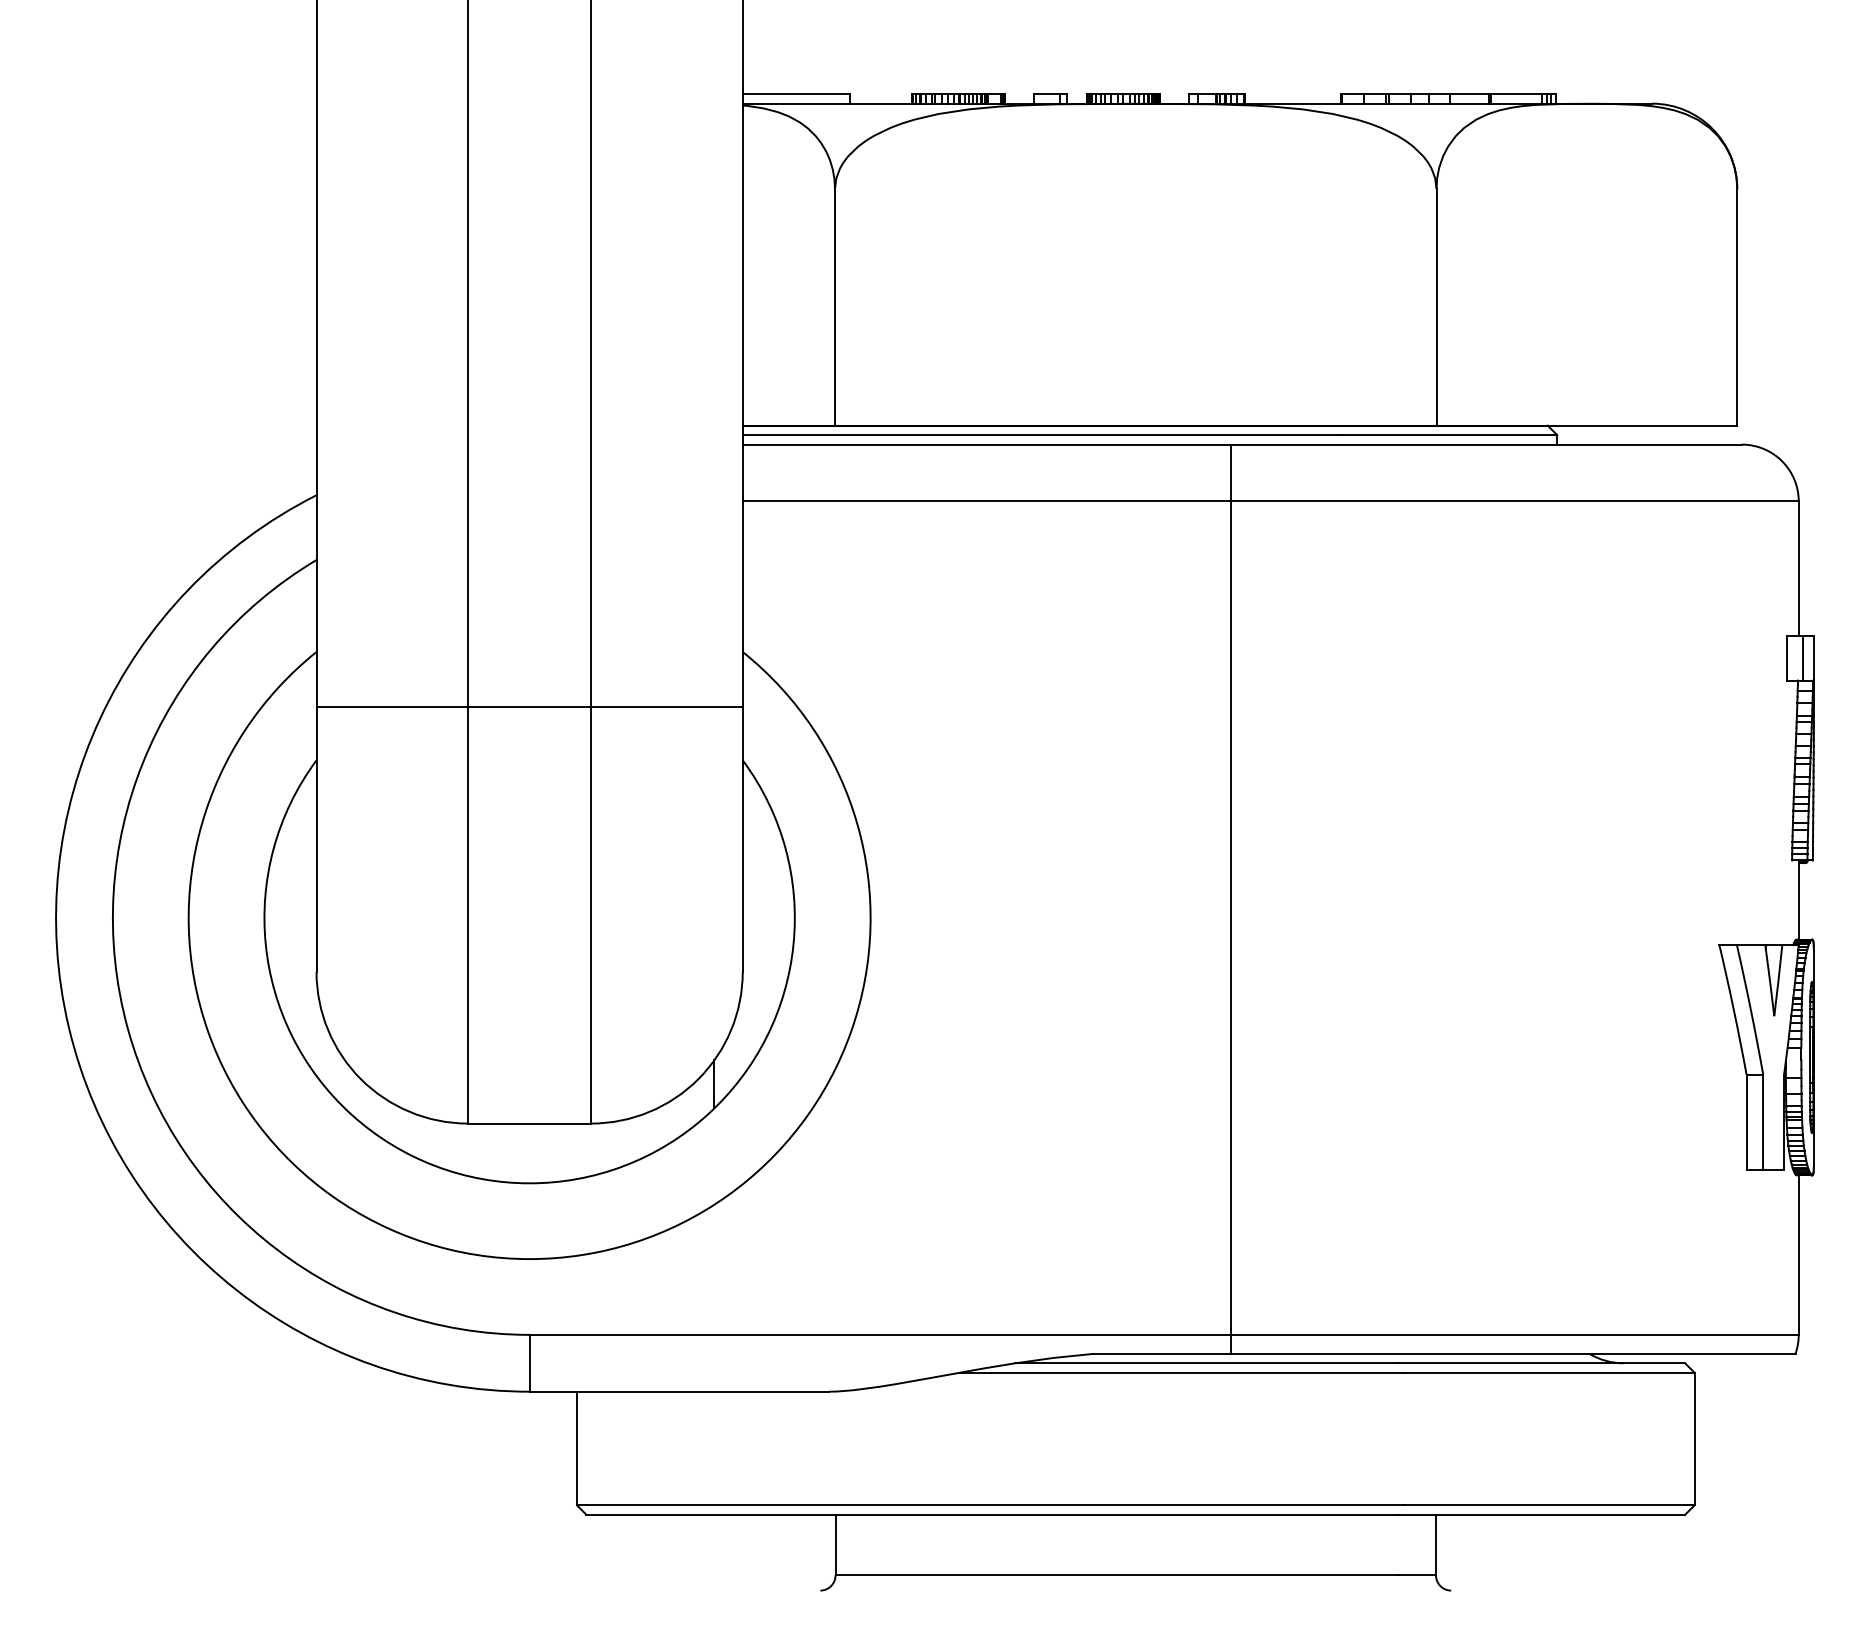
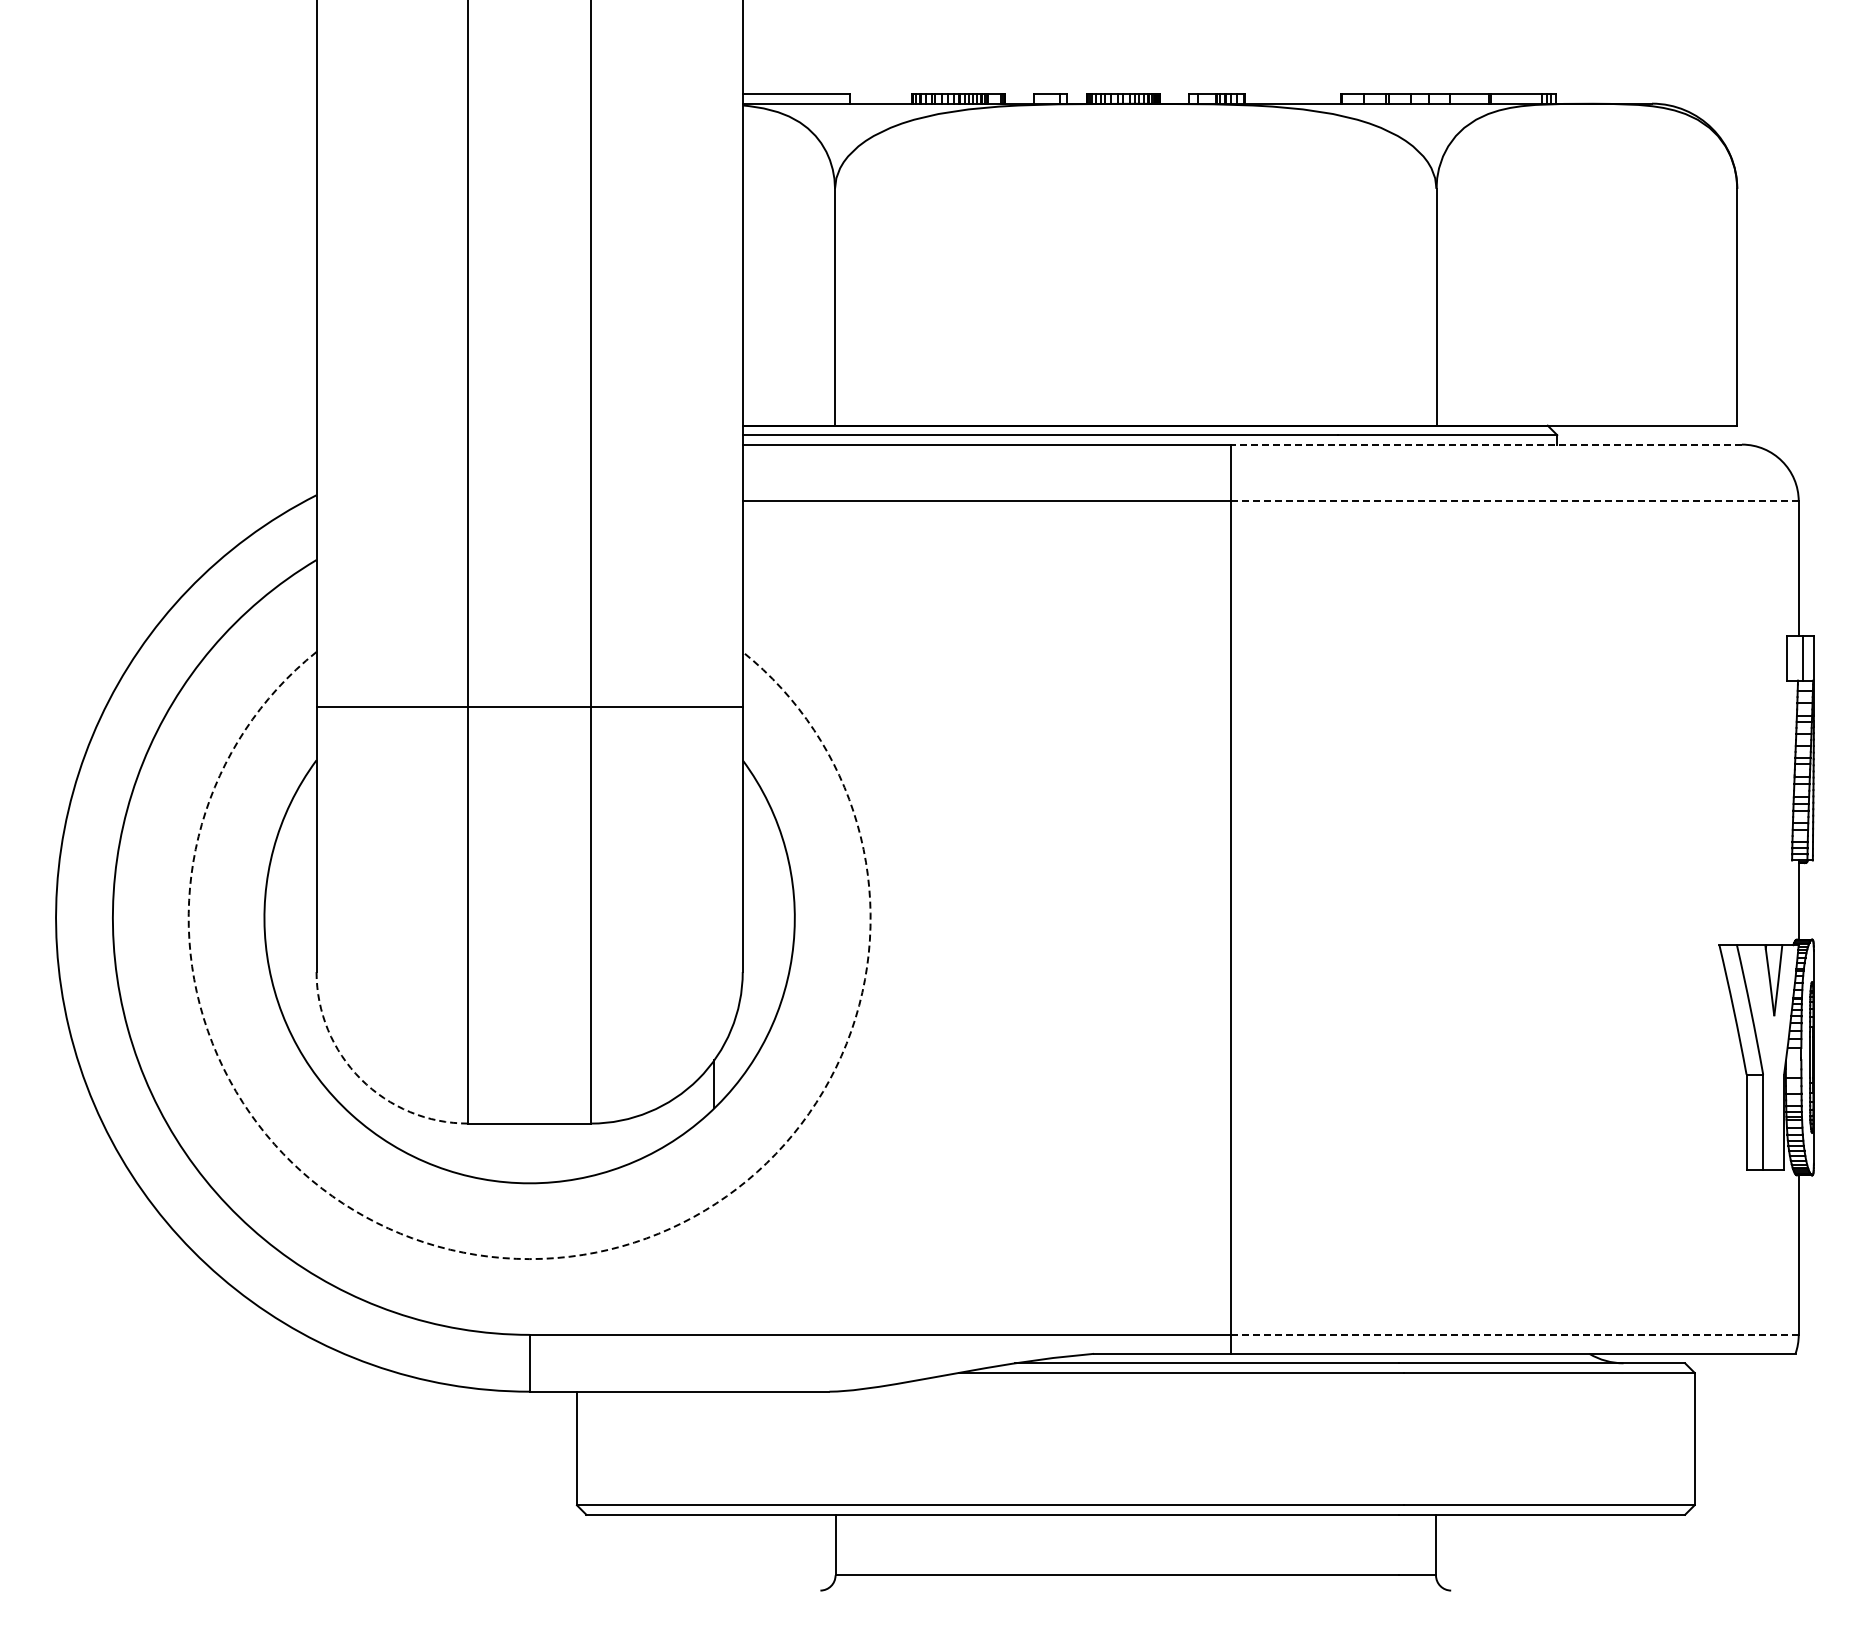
line at (1486, 444): solid -> dashed
line at (1514, 501): solid -> dashed
arc at (360, 1079): solid -> dashed
arc at (529, 1259): solid -> dashed
line at (1514, 1334): solid -> dashed
